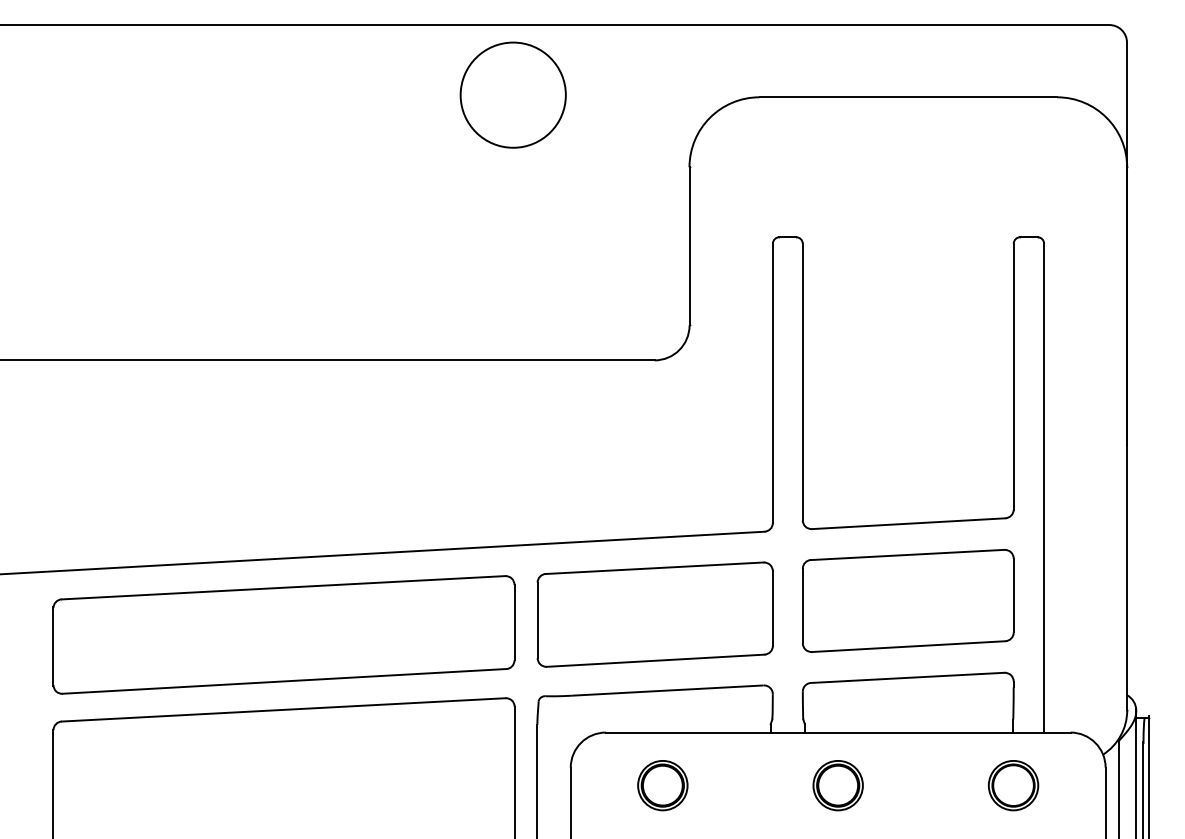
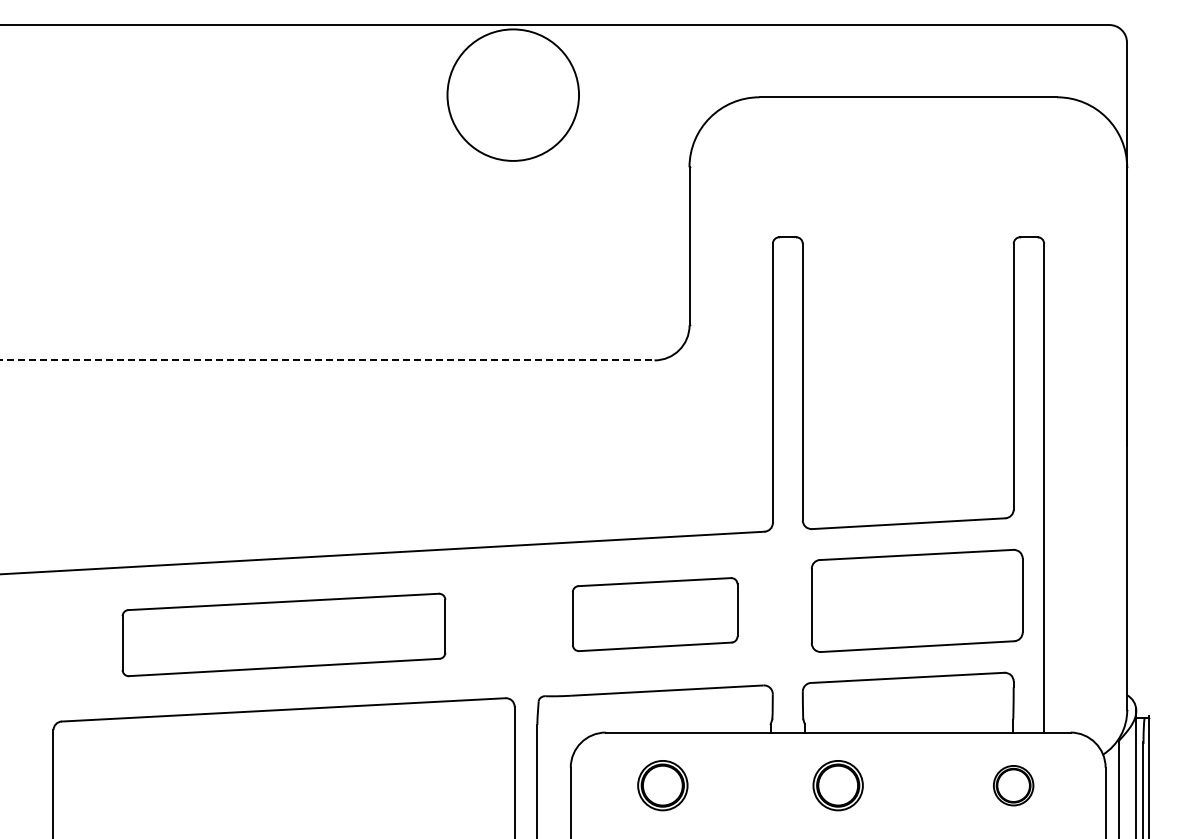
circle at (512, 94) diameter: 105 px -> 132 px
line at (327, 360): solid -> dashed
part at (908, 600) position: (908, 600) -> (917, 600)
part at (654, 614) size: 238x107 px -> 167x76 px
part at (283, 634) size: 464x120 px -> 326x86 px
part at (1013, 785) size: 52x52 px -> 42x42 px
